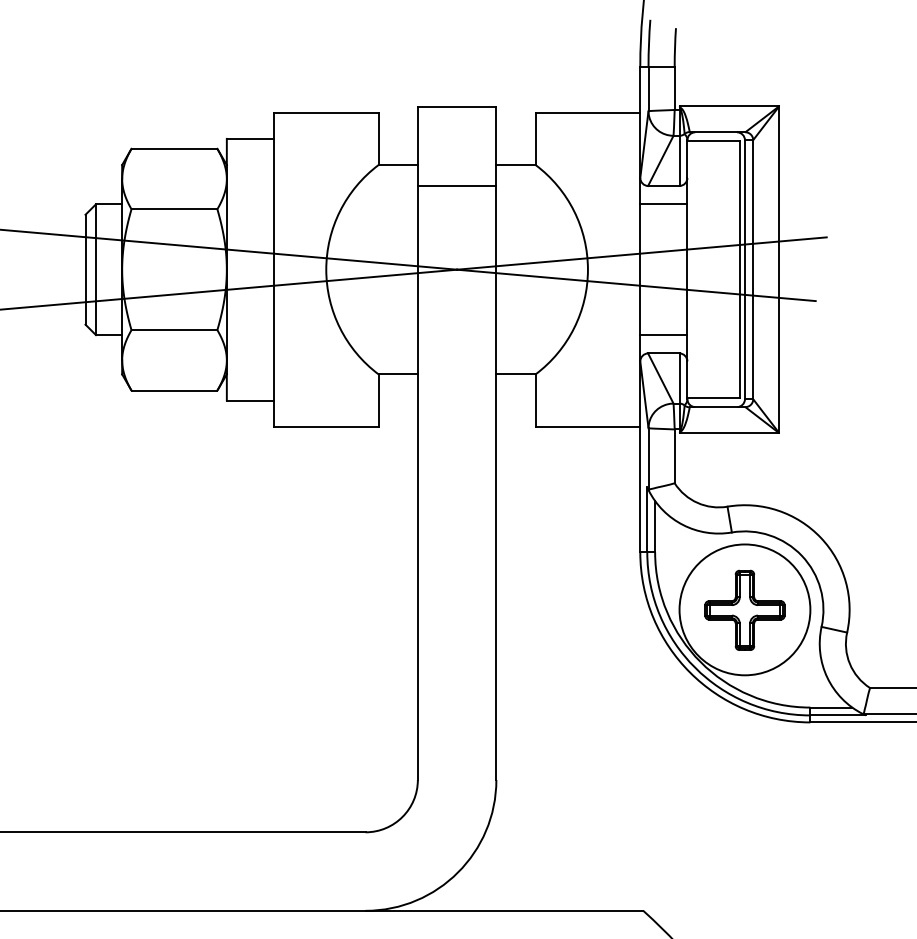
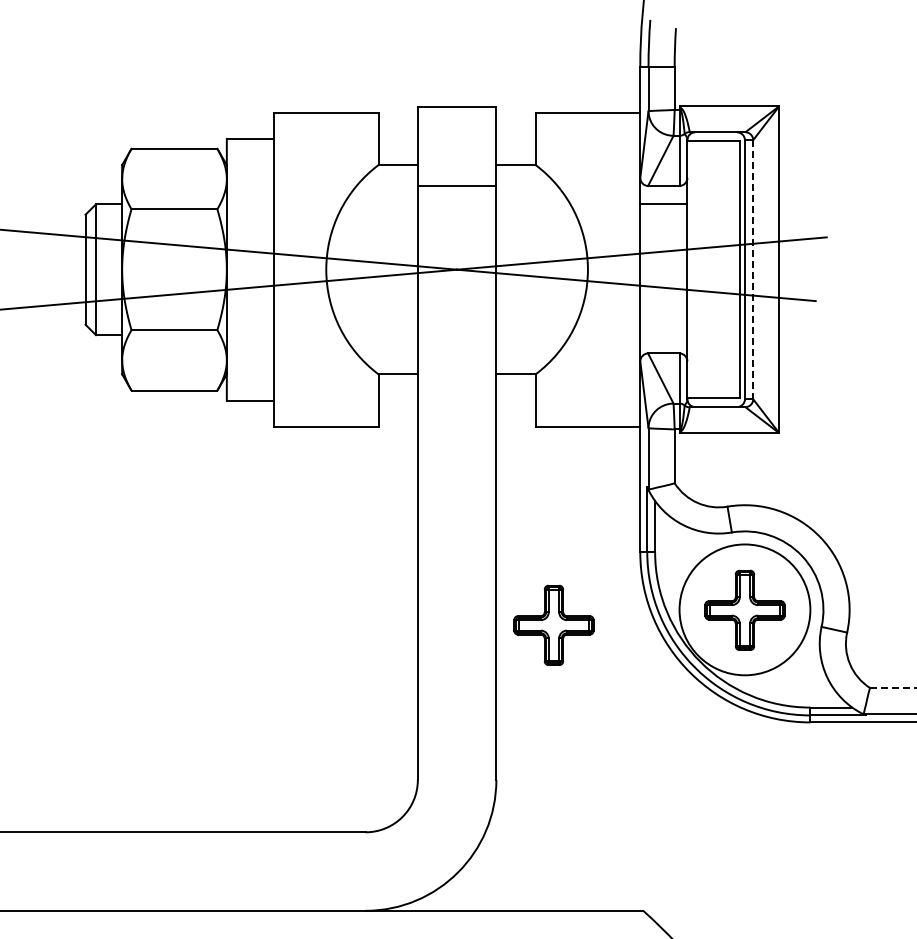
line at (753, 269): solid -> dashed
line at (663, 335): present -> none
part at (553, 624): none -> present
line at (893, 688): solid -> dashed
